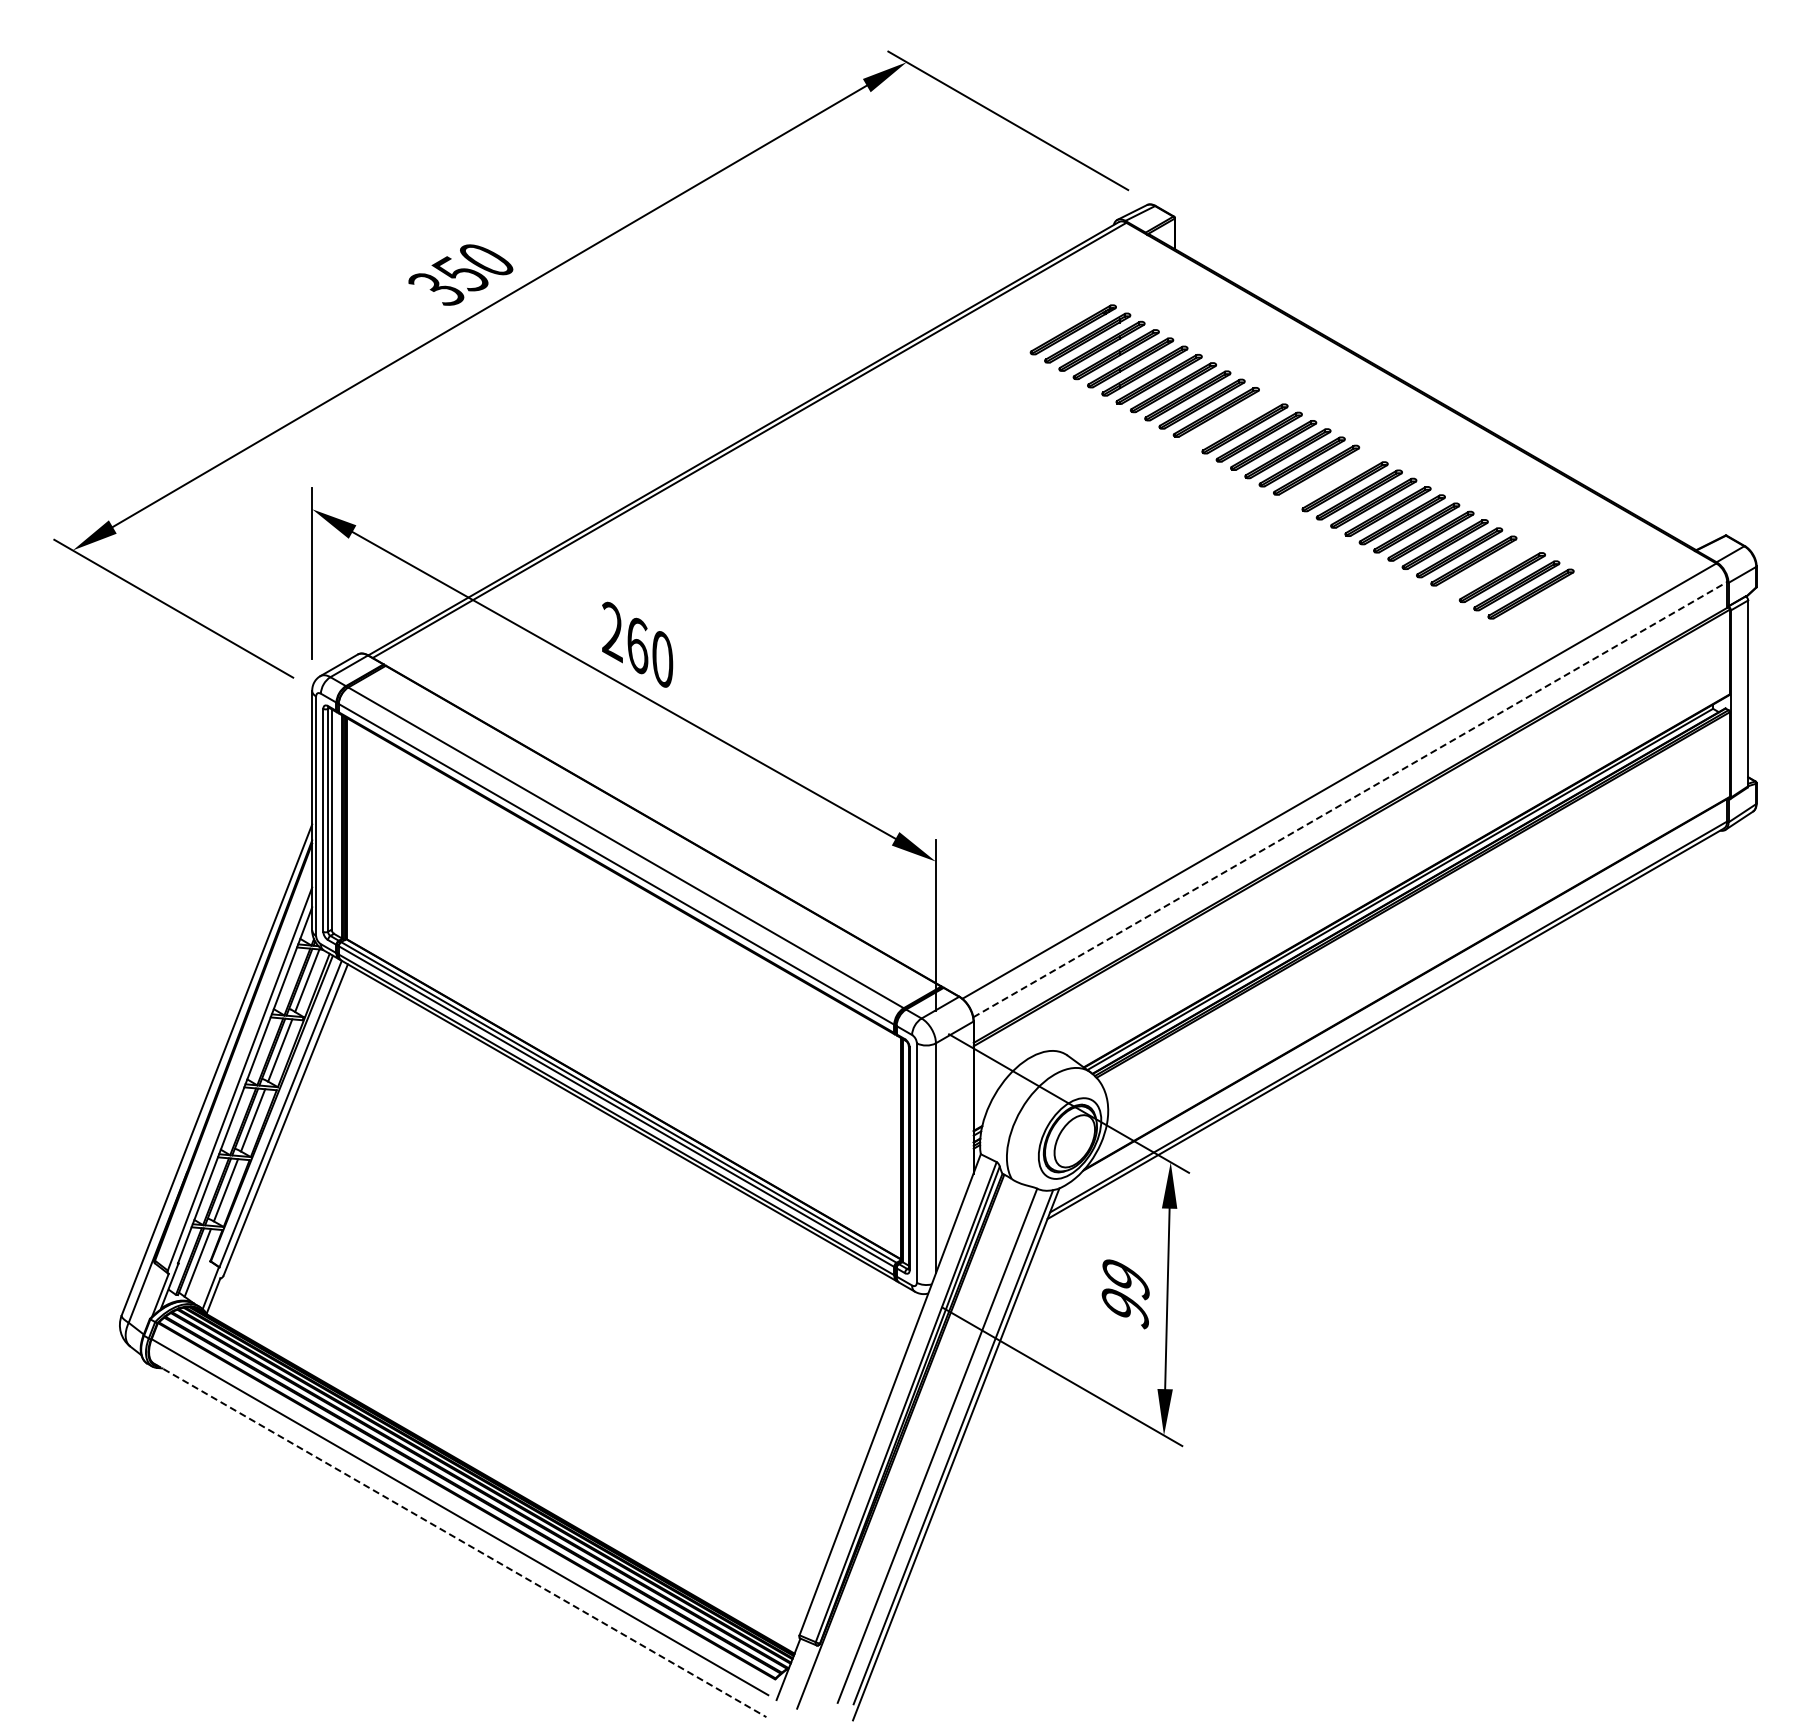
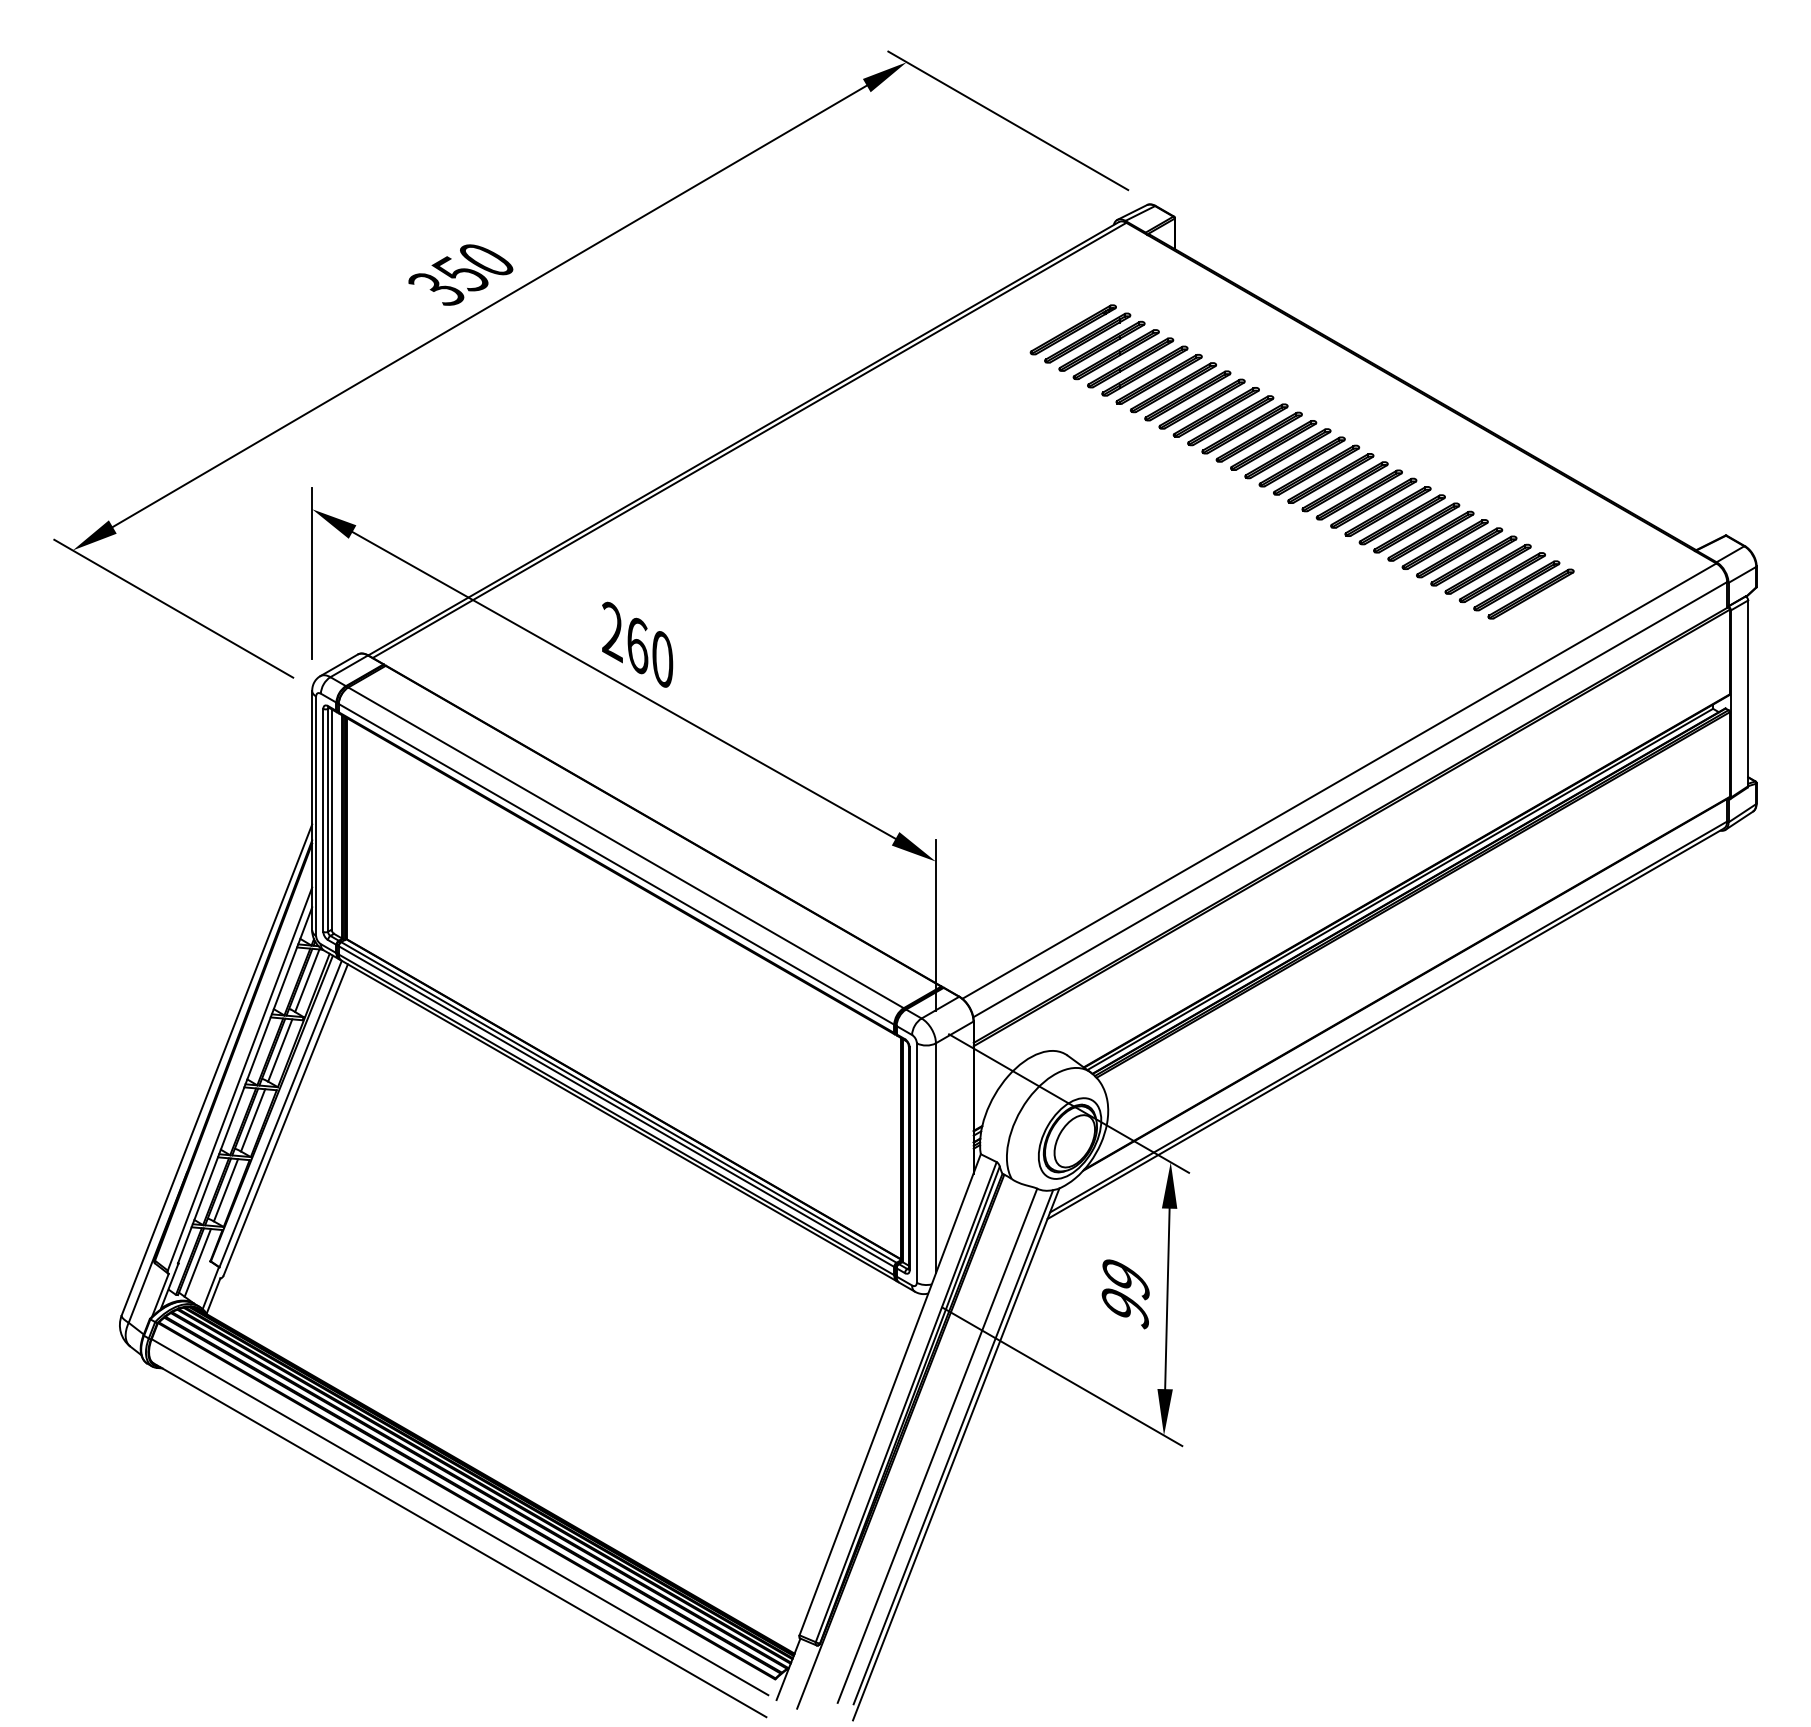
part at (1230, 420): none -> present
part at (1330, 478): none -> present
part at (1487, 568): none -> present
line at (1350, 799): dashed -> solid
line at (460, 1540): dashed -> solid
